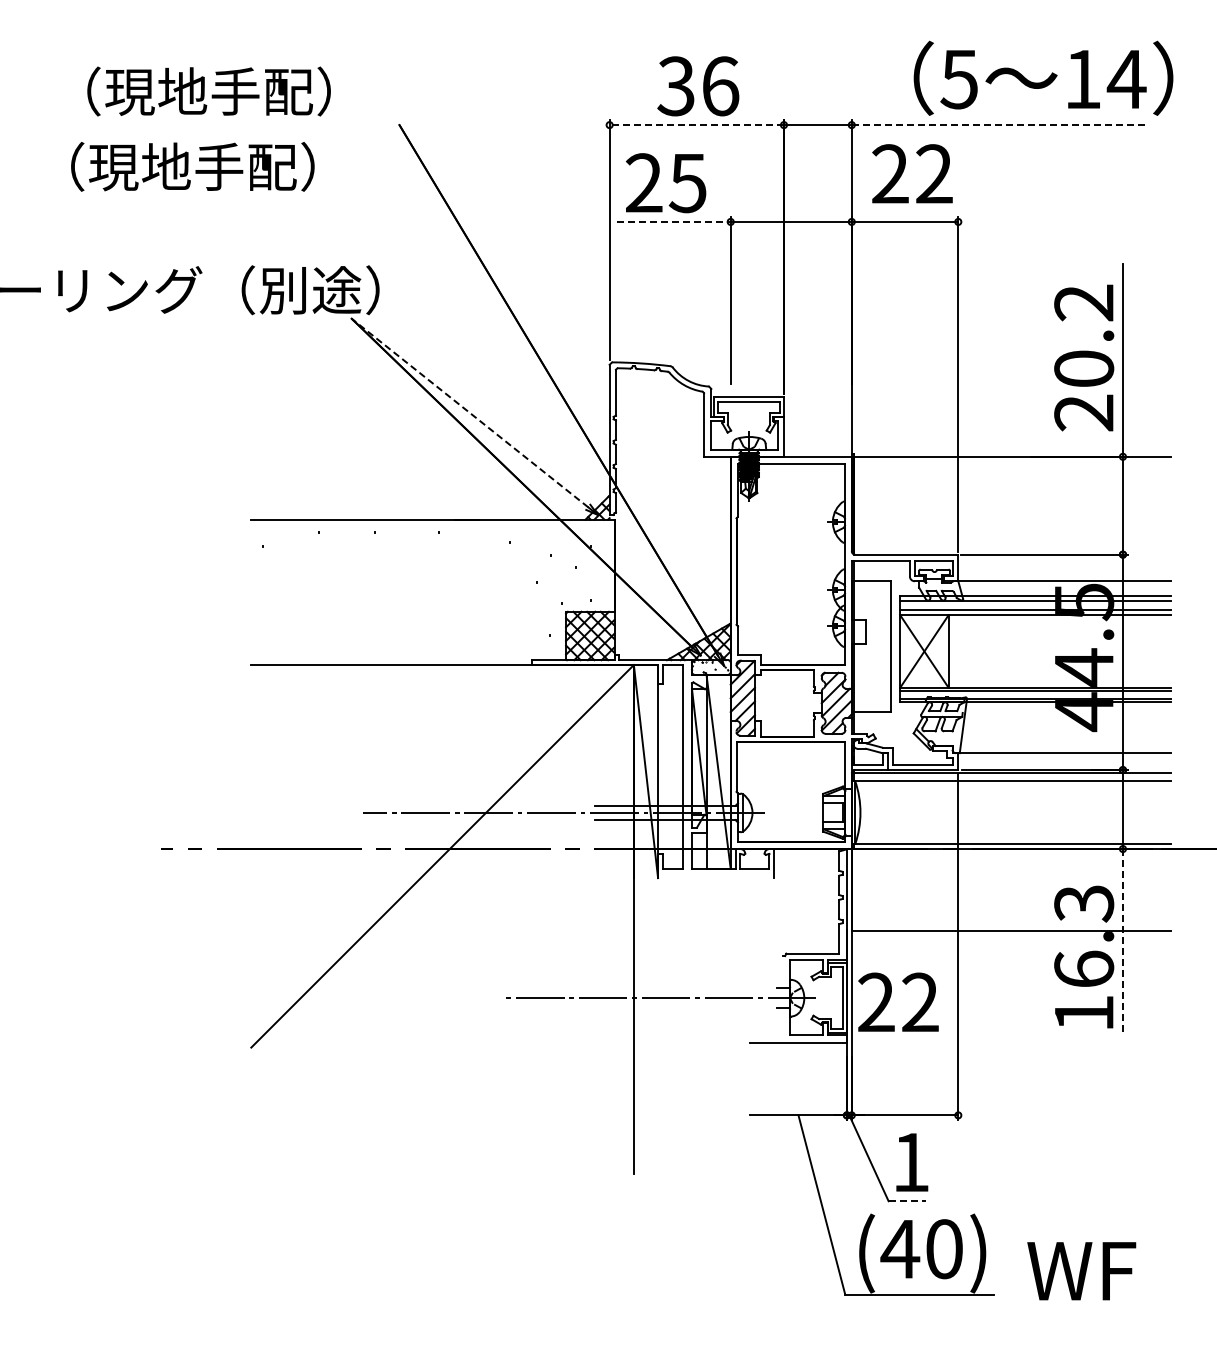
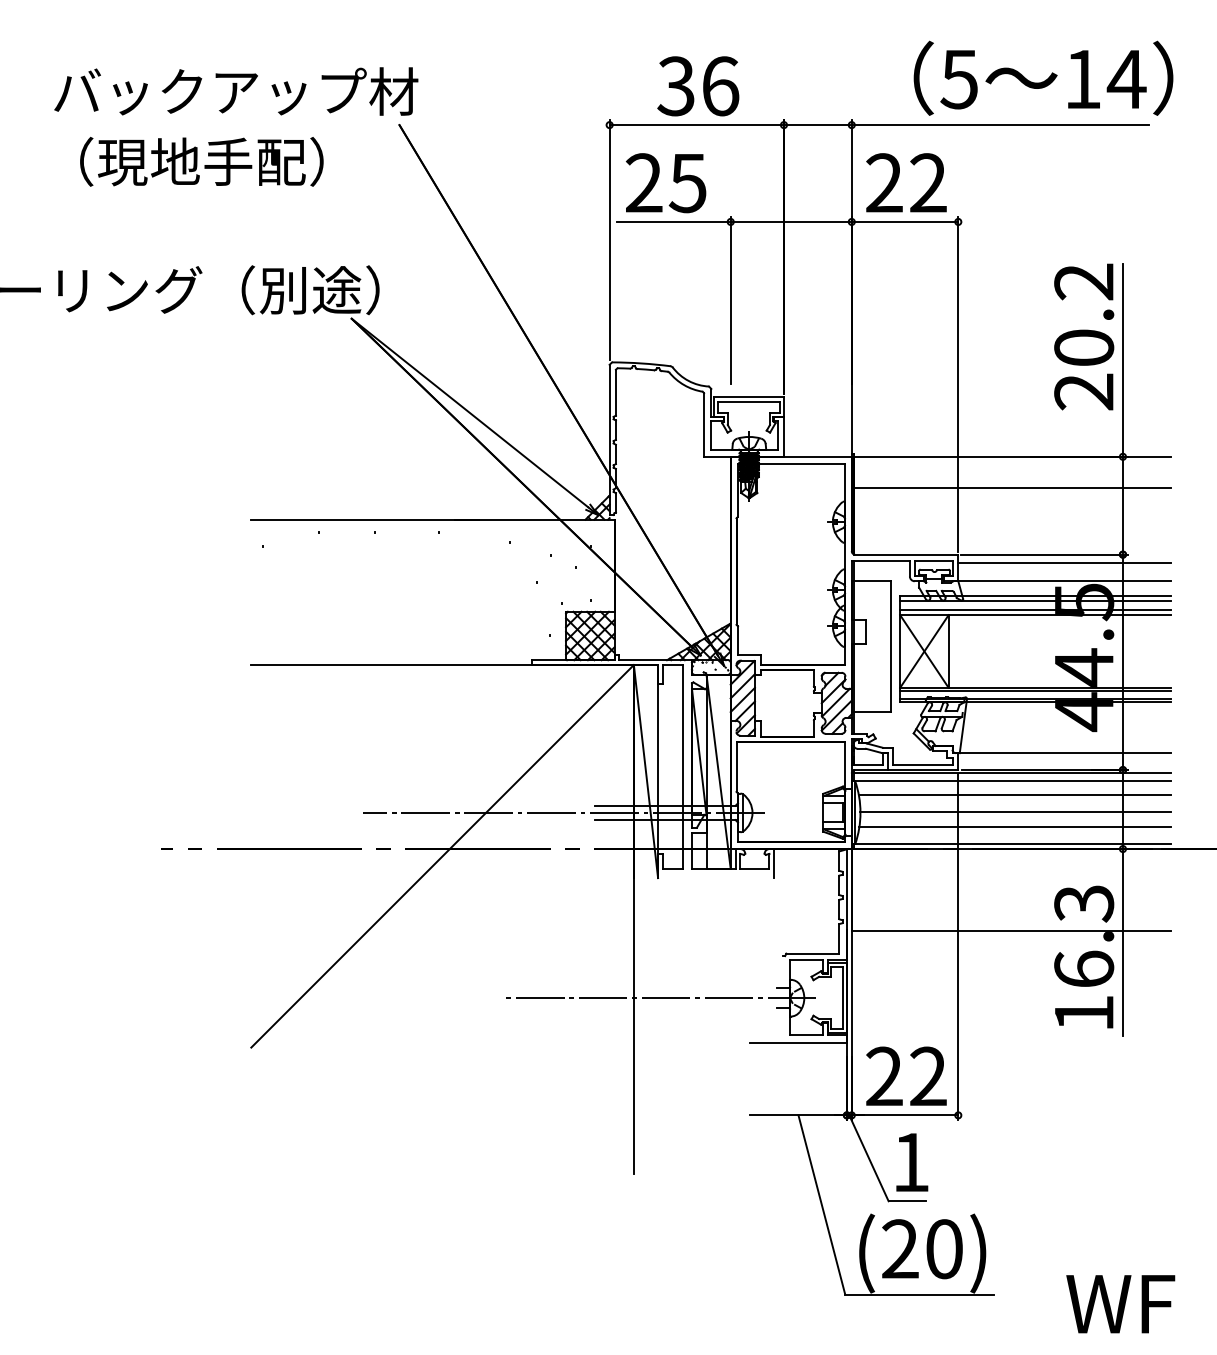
text at (236, 91): （現地手配） -> バックアップ材
line at (696, 125): dashed -> solid
line at (1000, 125): dashed -> solid
text at (192, 166) position: (192, 166) -> (201, 161)
text at (912, 173) position: (912, 173) -> (906, 182)
line at (673, 221): dashed -> solid
text at (1084, 357) position: (1084, 357) -> (1084, 336)
line at (469, 412): dashed -> solid
line at (1012, 488): none -> present
line at (1064, 563): none -> present
line at (1014, 795): none -> present
line at (1015, 812): none -> present
line at (1015, 826): none -> present
line at (1122, 942): dashed -> solid
text at (898, 1001) position: (898, 1001) -> (906, 1075)
line at (907, 1201): dashed -> solid
text at (900, 1248): (40) -> (20)
text at (1081, 1271) position: (1081, 1271) -> (1120, 1304)
